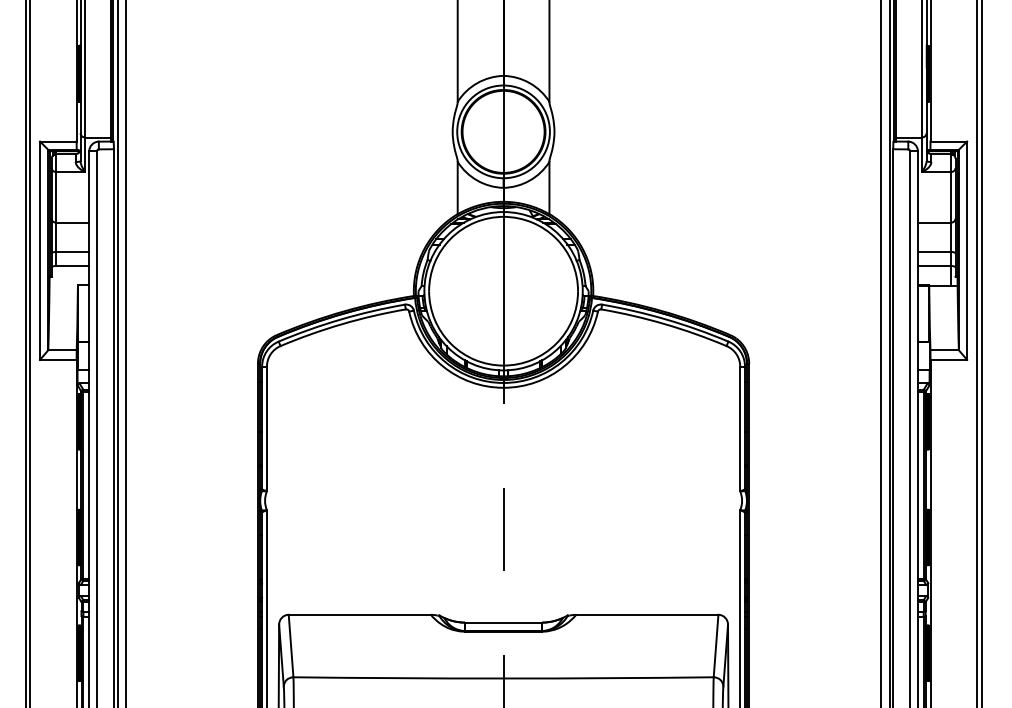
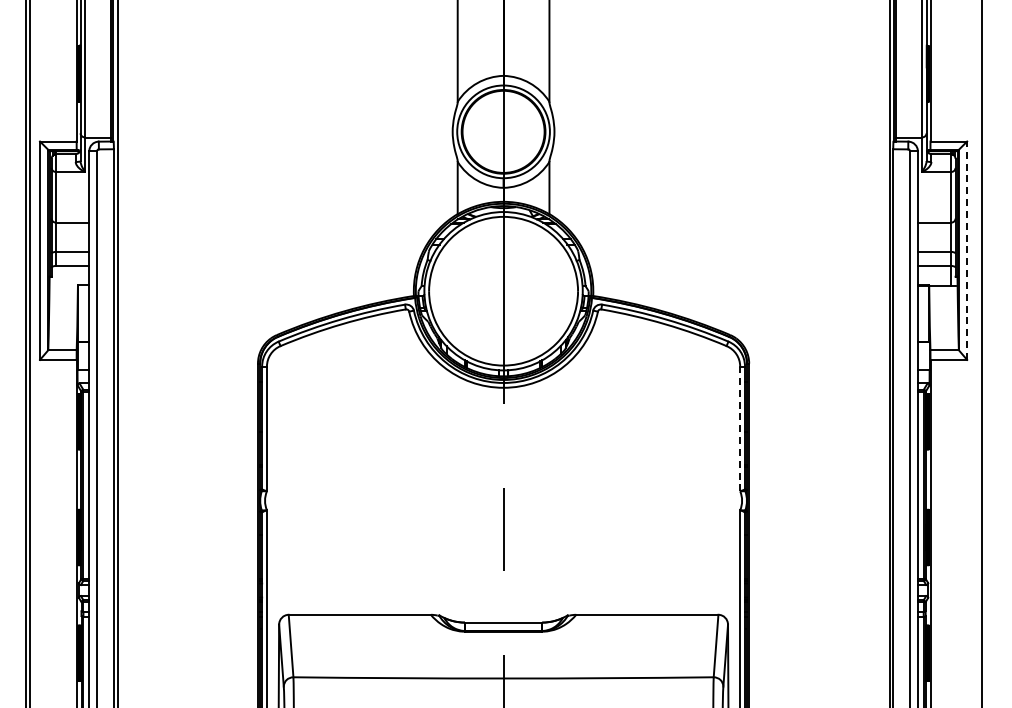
line at (967, 250): solid -> dashed
line at (126, 353): present -> none
line at (881, 353): present -> none
line at (976, 353): present -> none
line at (740, 428): solid -> dashed
